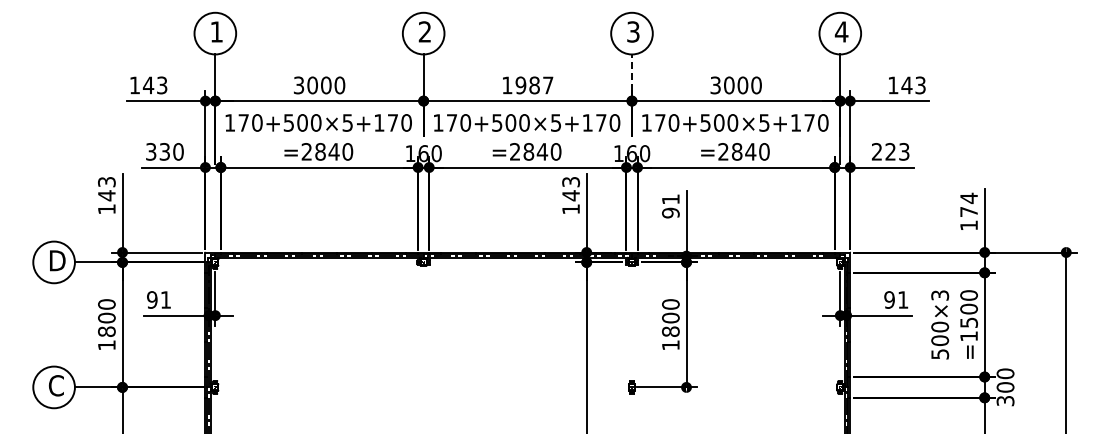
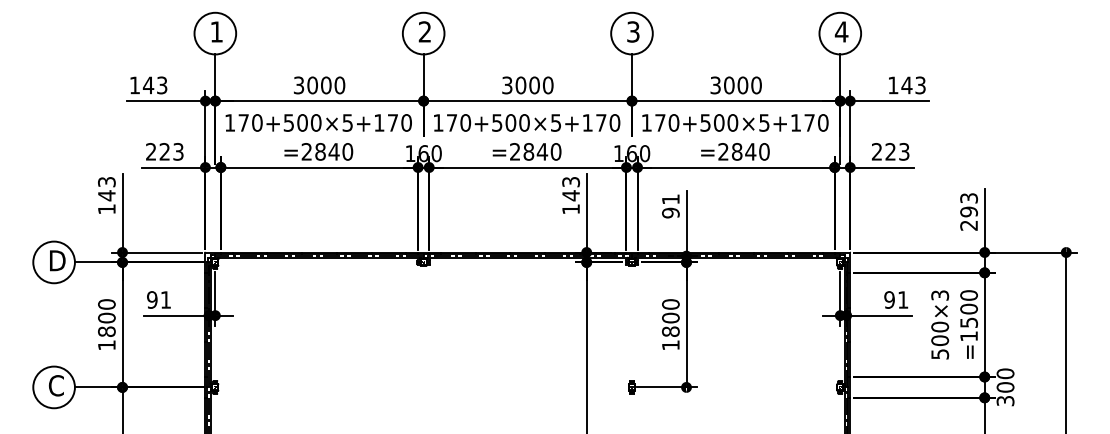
line at (631, 72): dashed -> solid
text at (527, 85): 1987 -> 3000
text at (164, 151): 330 -> 223
text at (969, 211): 174 -> 293
